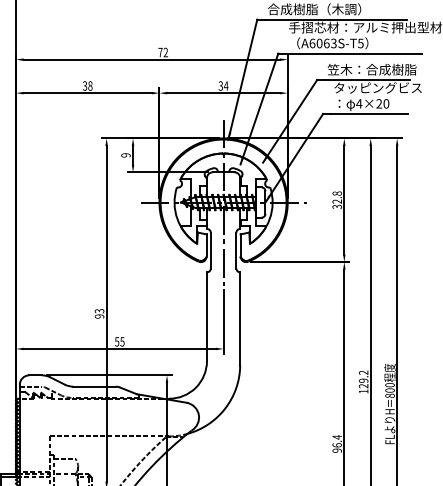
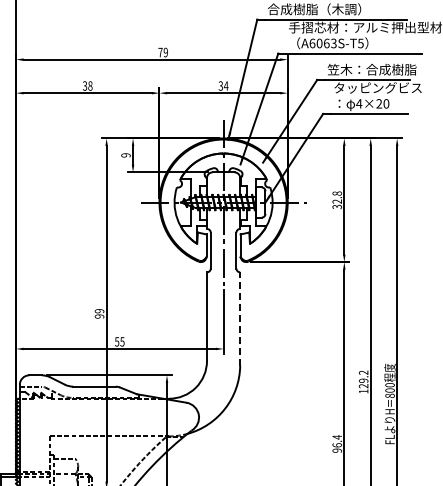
text at (165, 52): 72 -> 79
text at (99, 311): 93 -> 99
line at (240, 318): solid -> dashed
